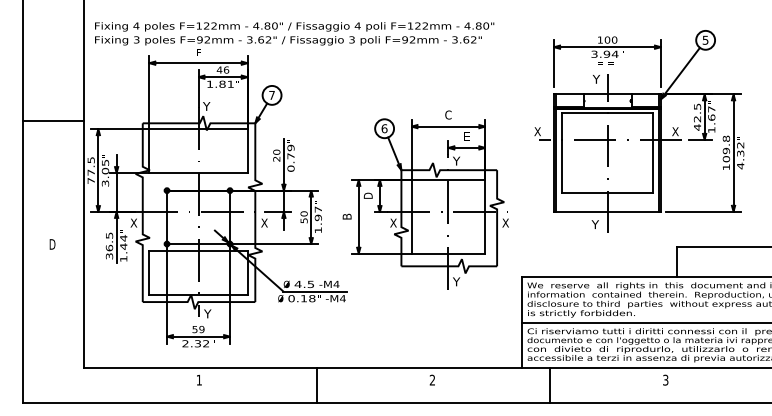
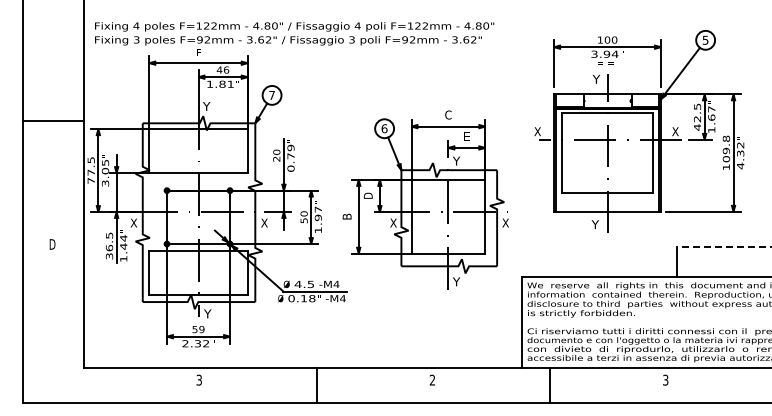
line at (723, 247): solid -> dashed
line at (644, 322): present -> none
text at (198, 379): 1 -> 3
